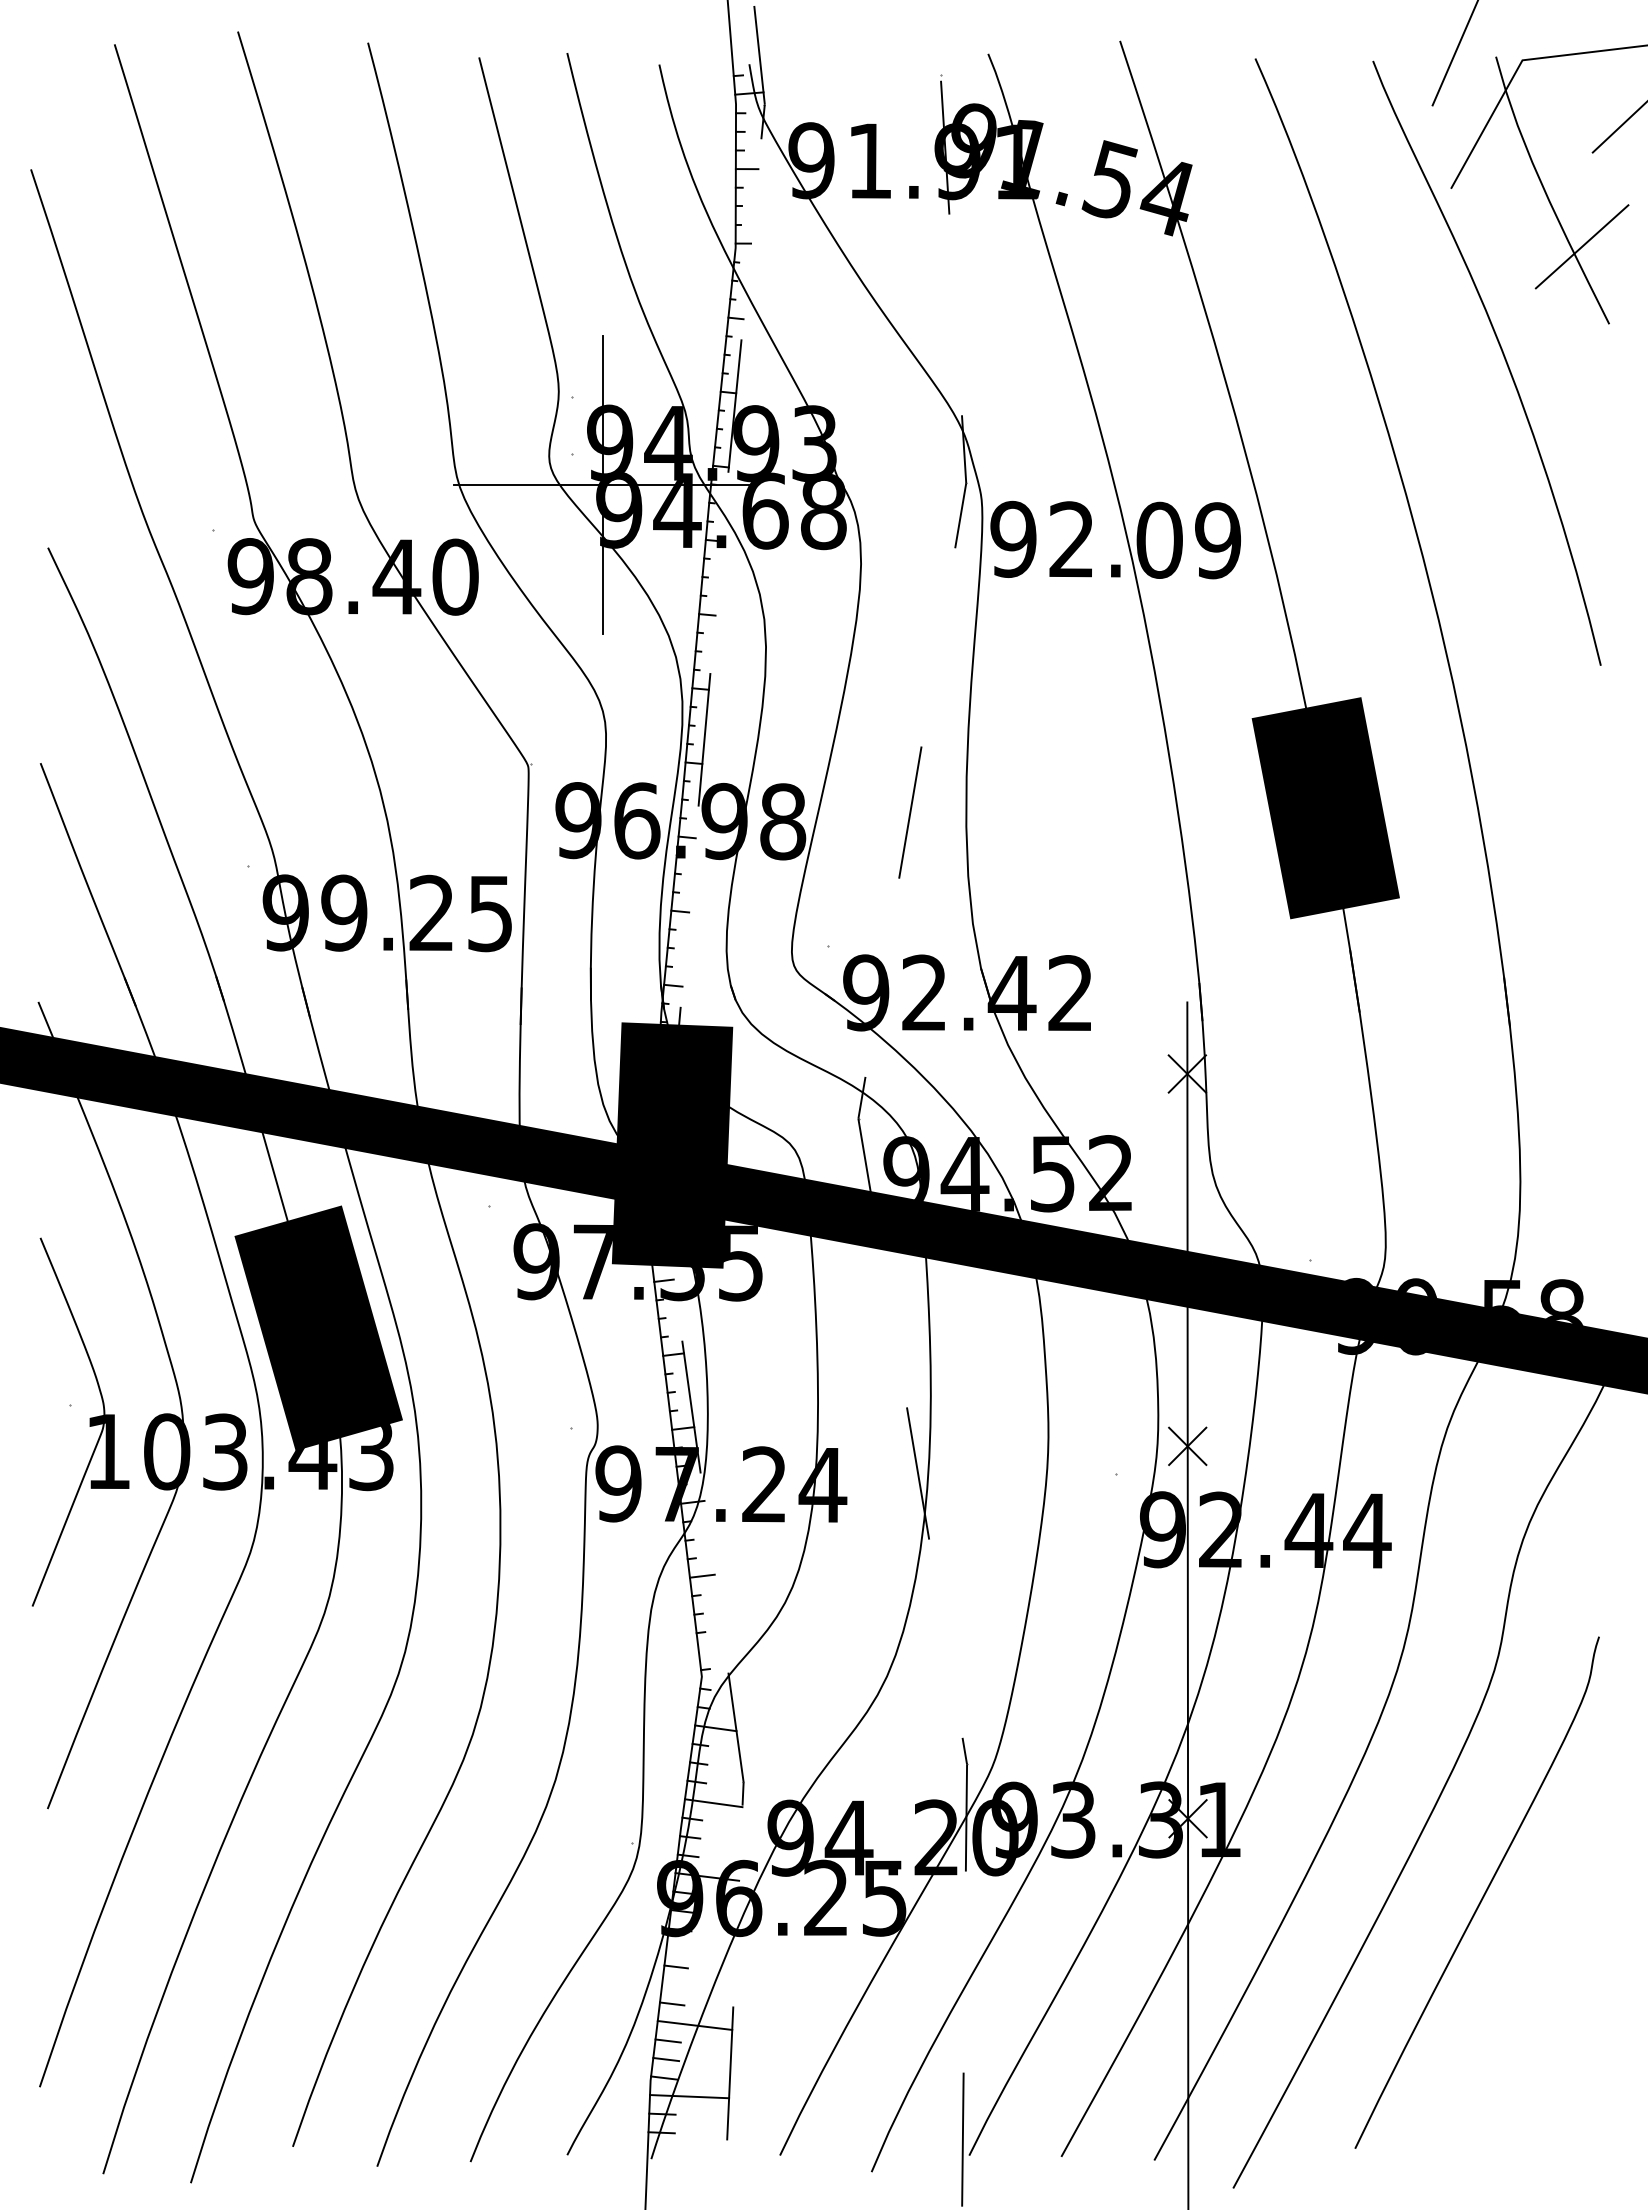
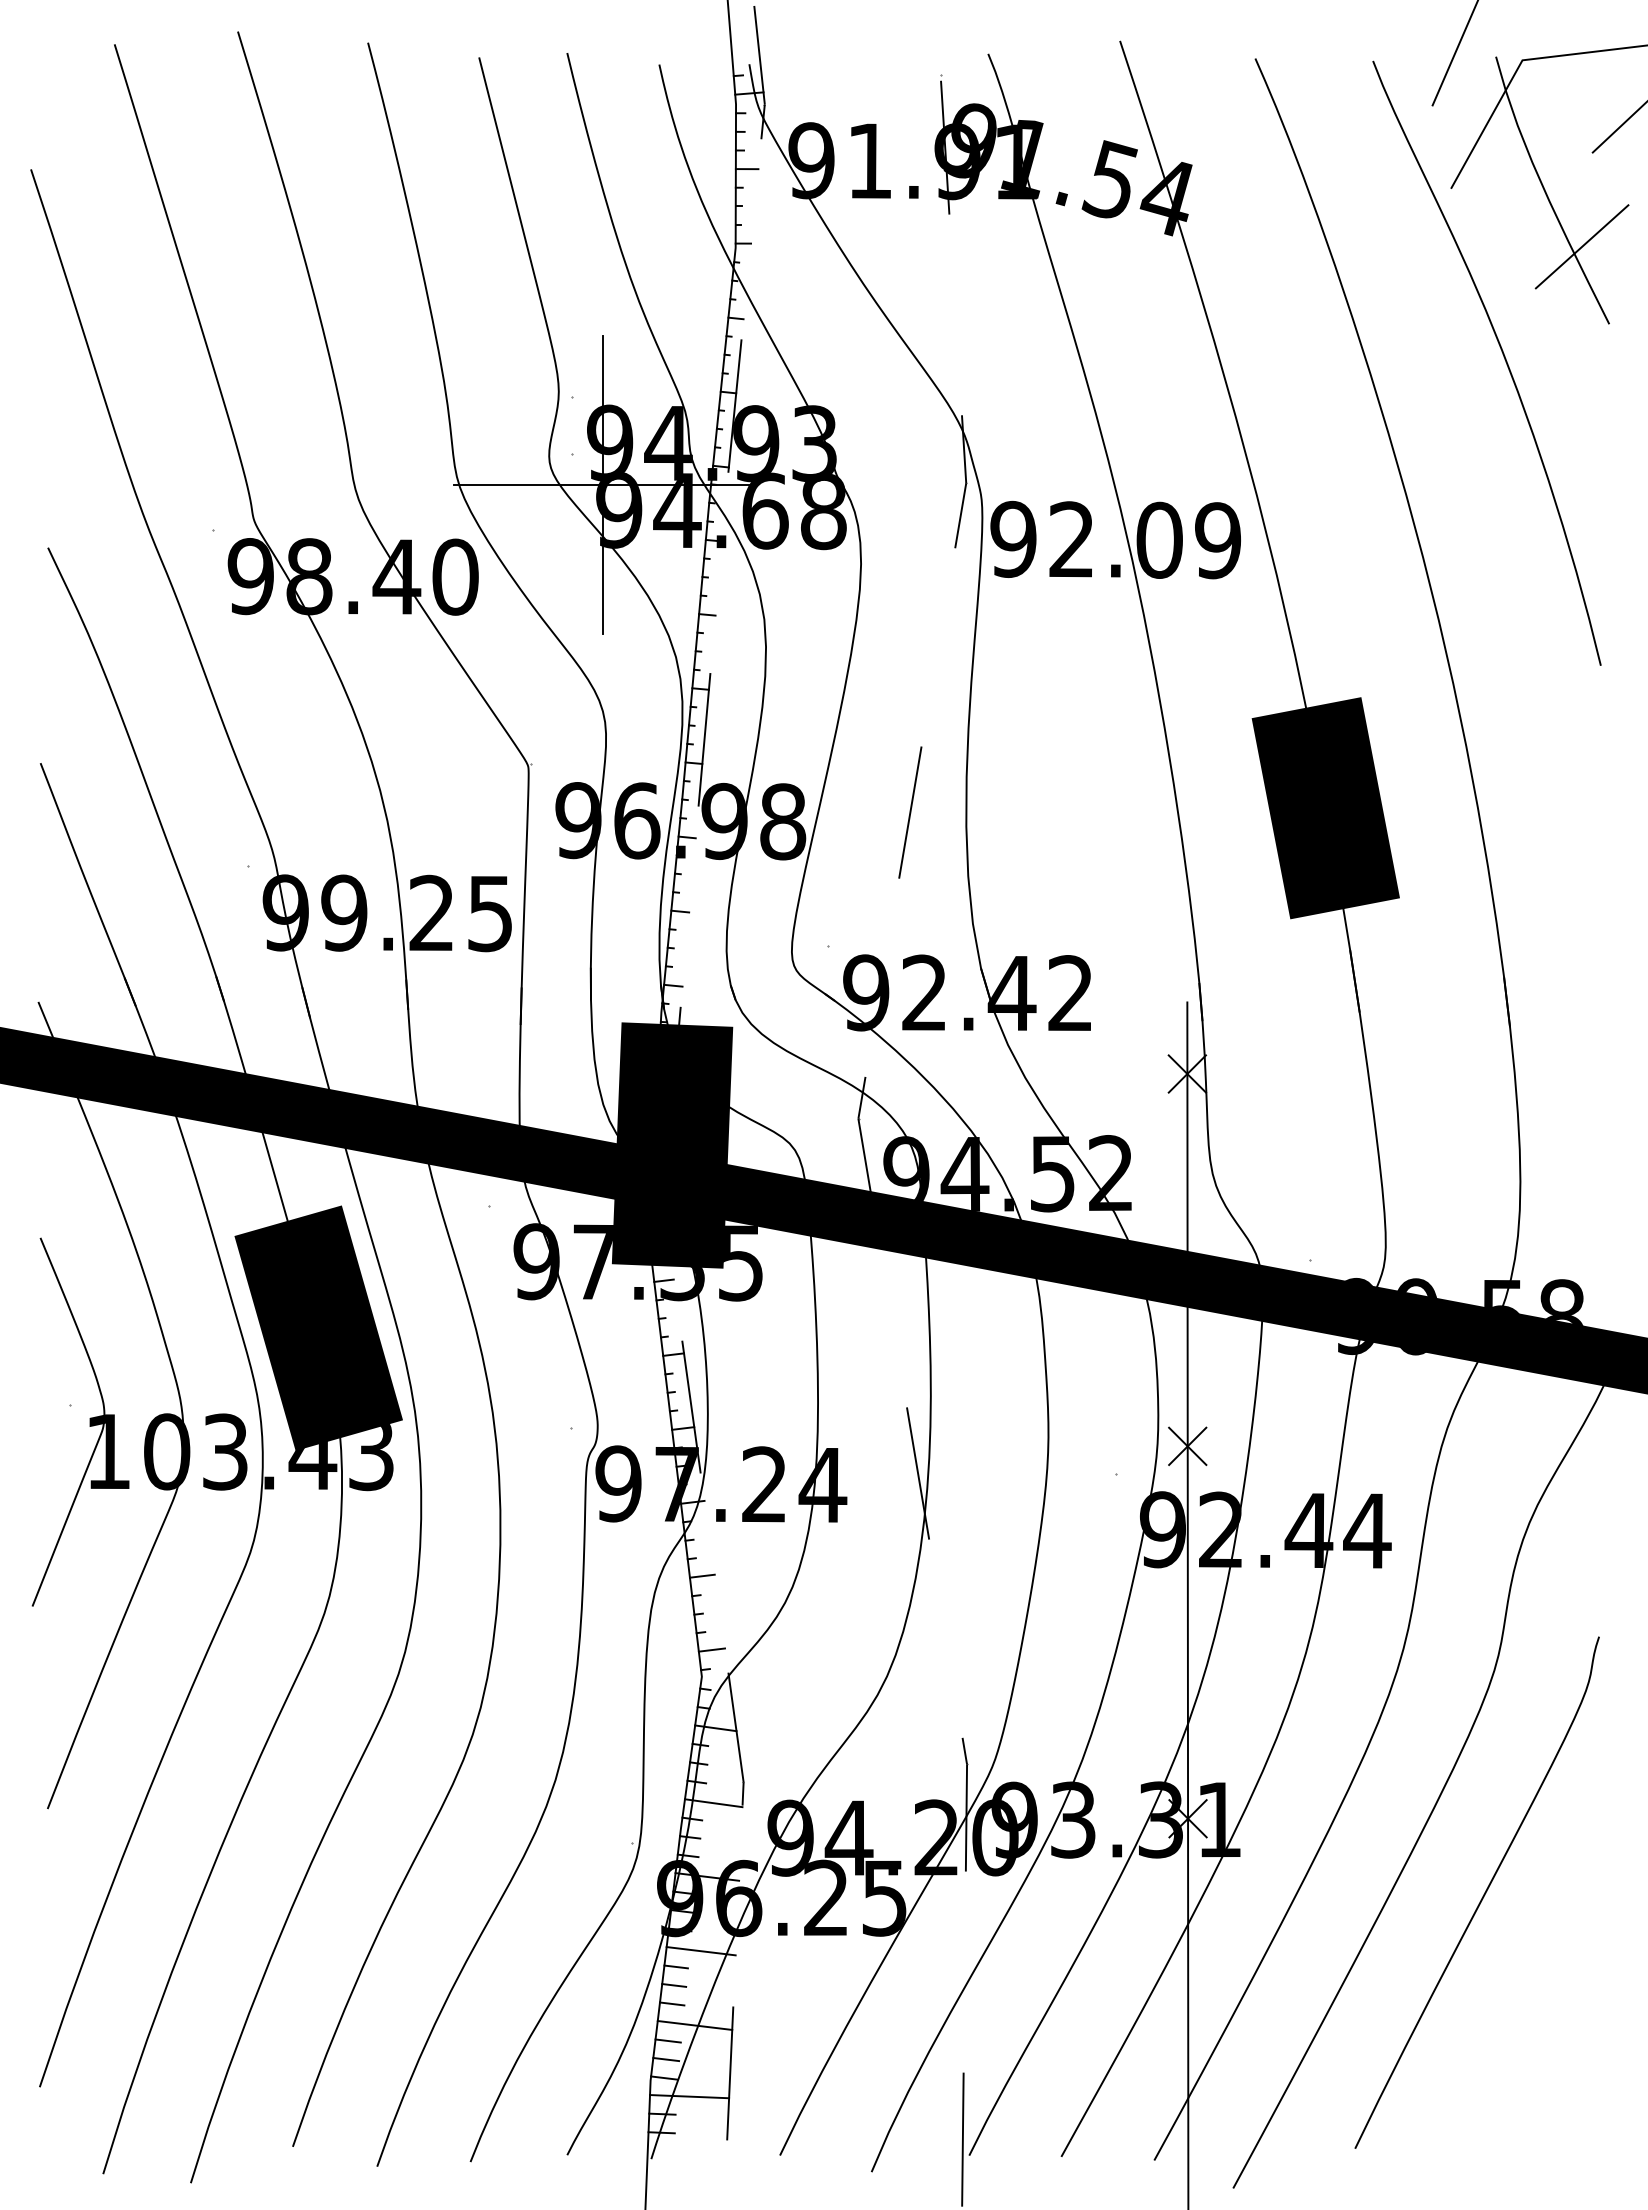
line at (711, 1649): none -> present
line at (700, 1951): none -> present
line at (674, 1985): none -> present
